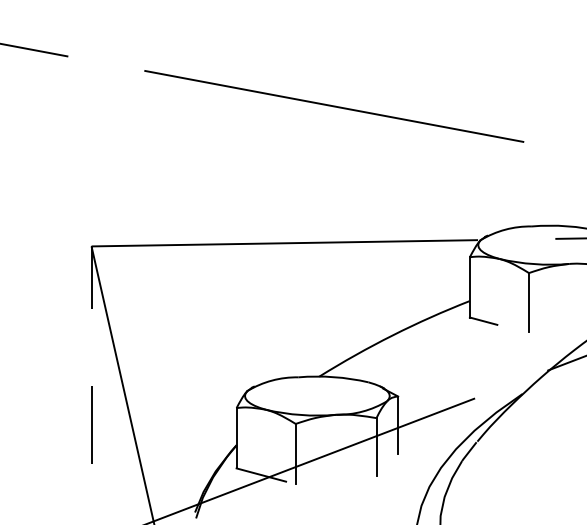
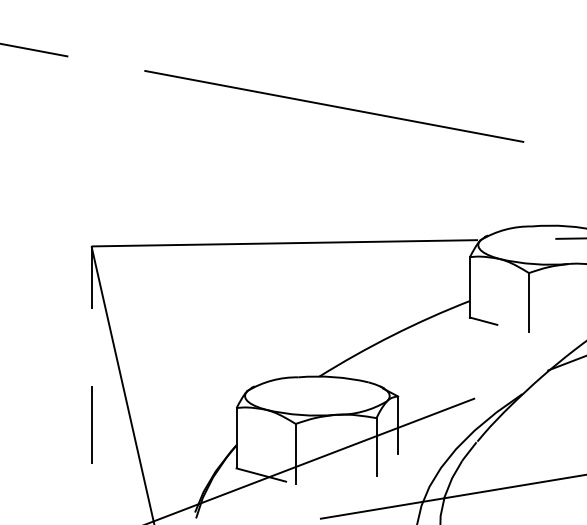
line at (451, 496): none -> present
